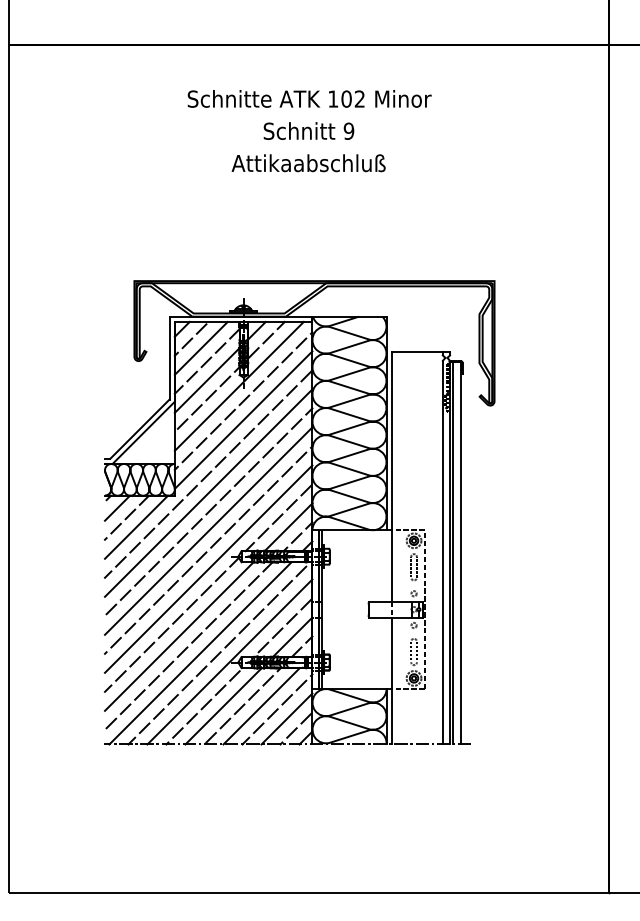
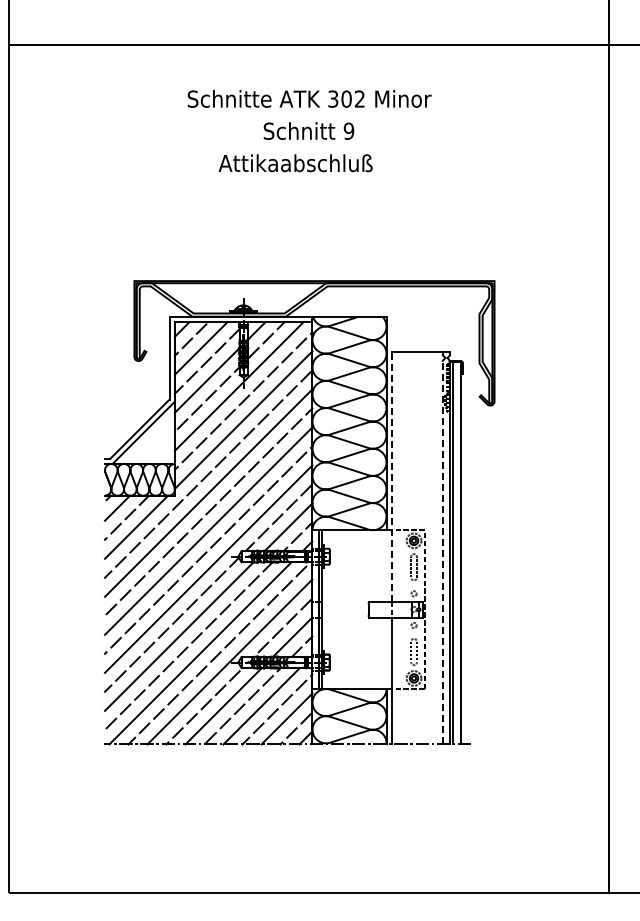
text at (333, 98): 102 -> 302
text at (308, 163) position: (308, 163) -> (295, 163)
line at (391, 476): solid -> dashed
line at (442, 552): solid -> dashed
